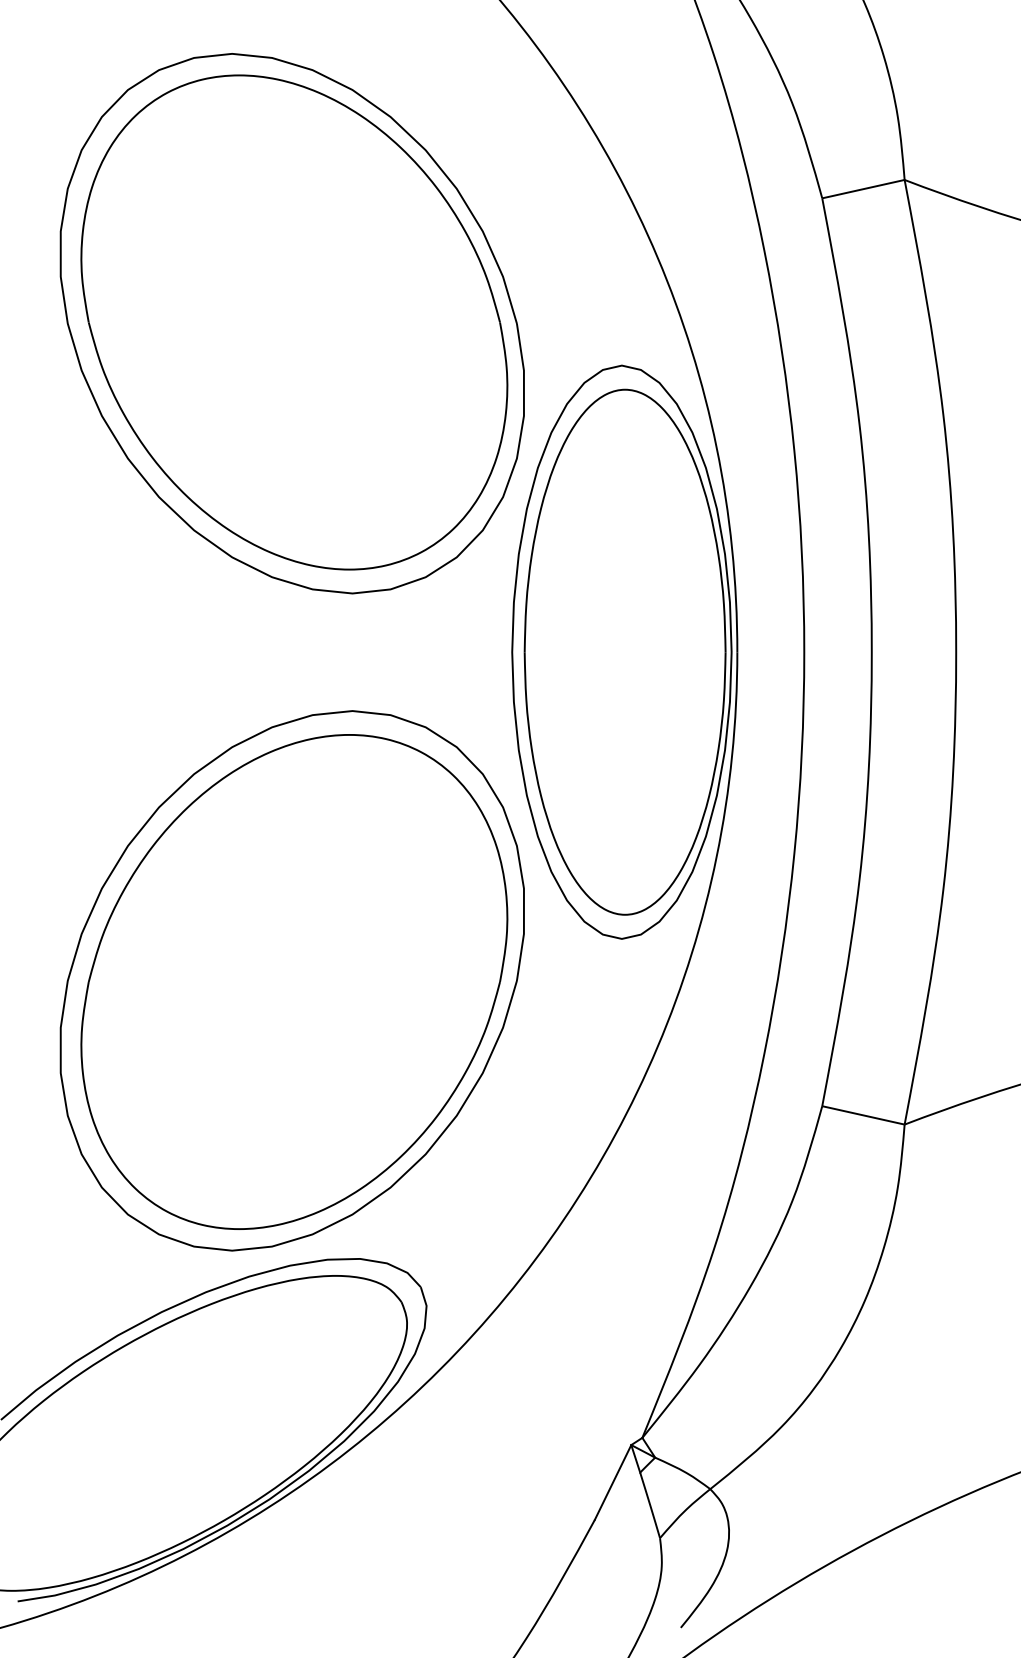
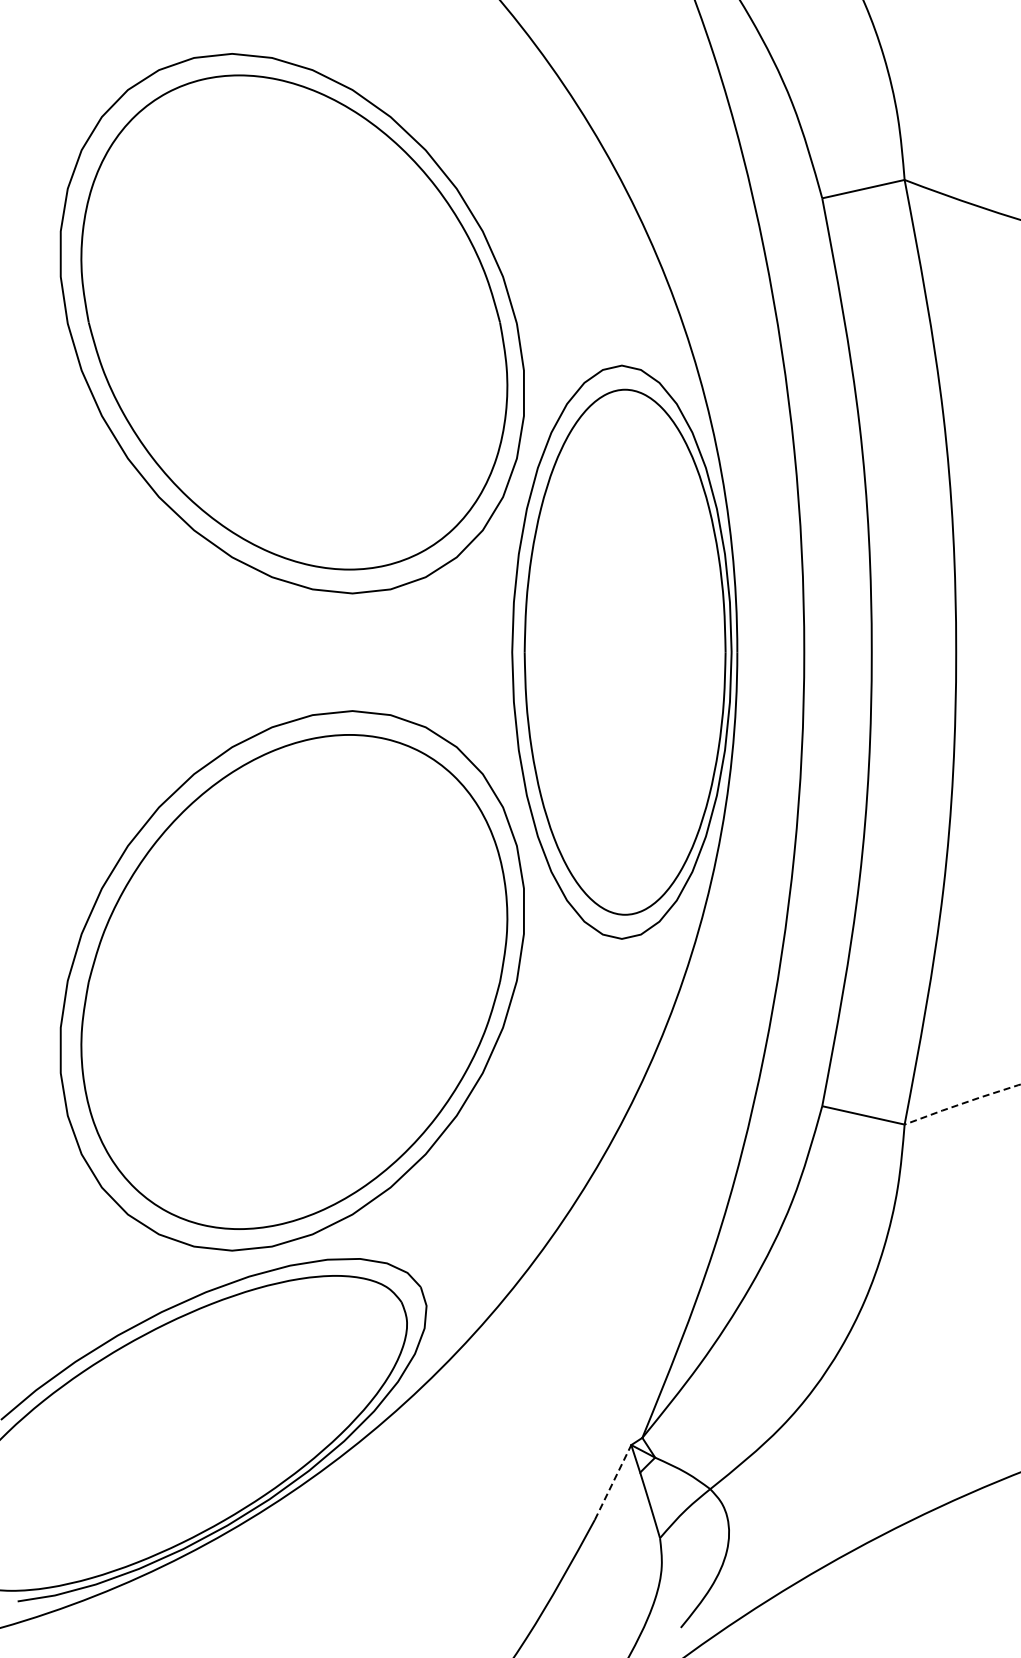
arc at (962, 1103): solid -> dashed
line at (613, 1482): solid -> dashed
